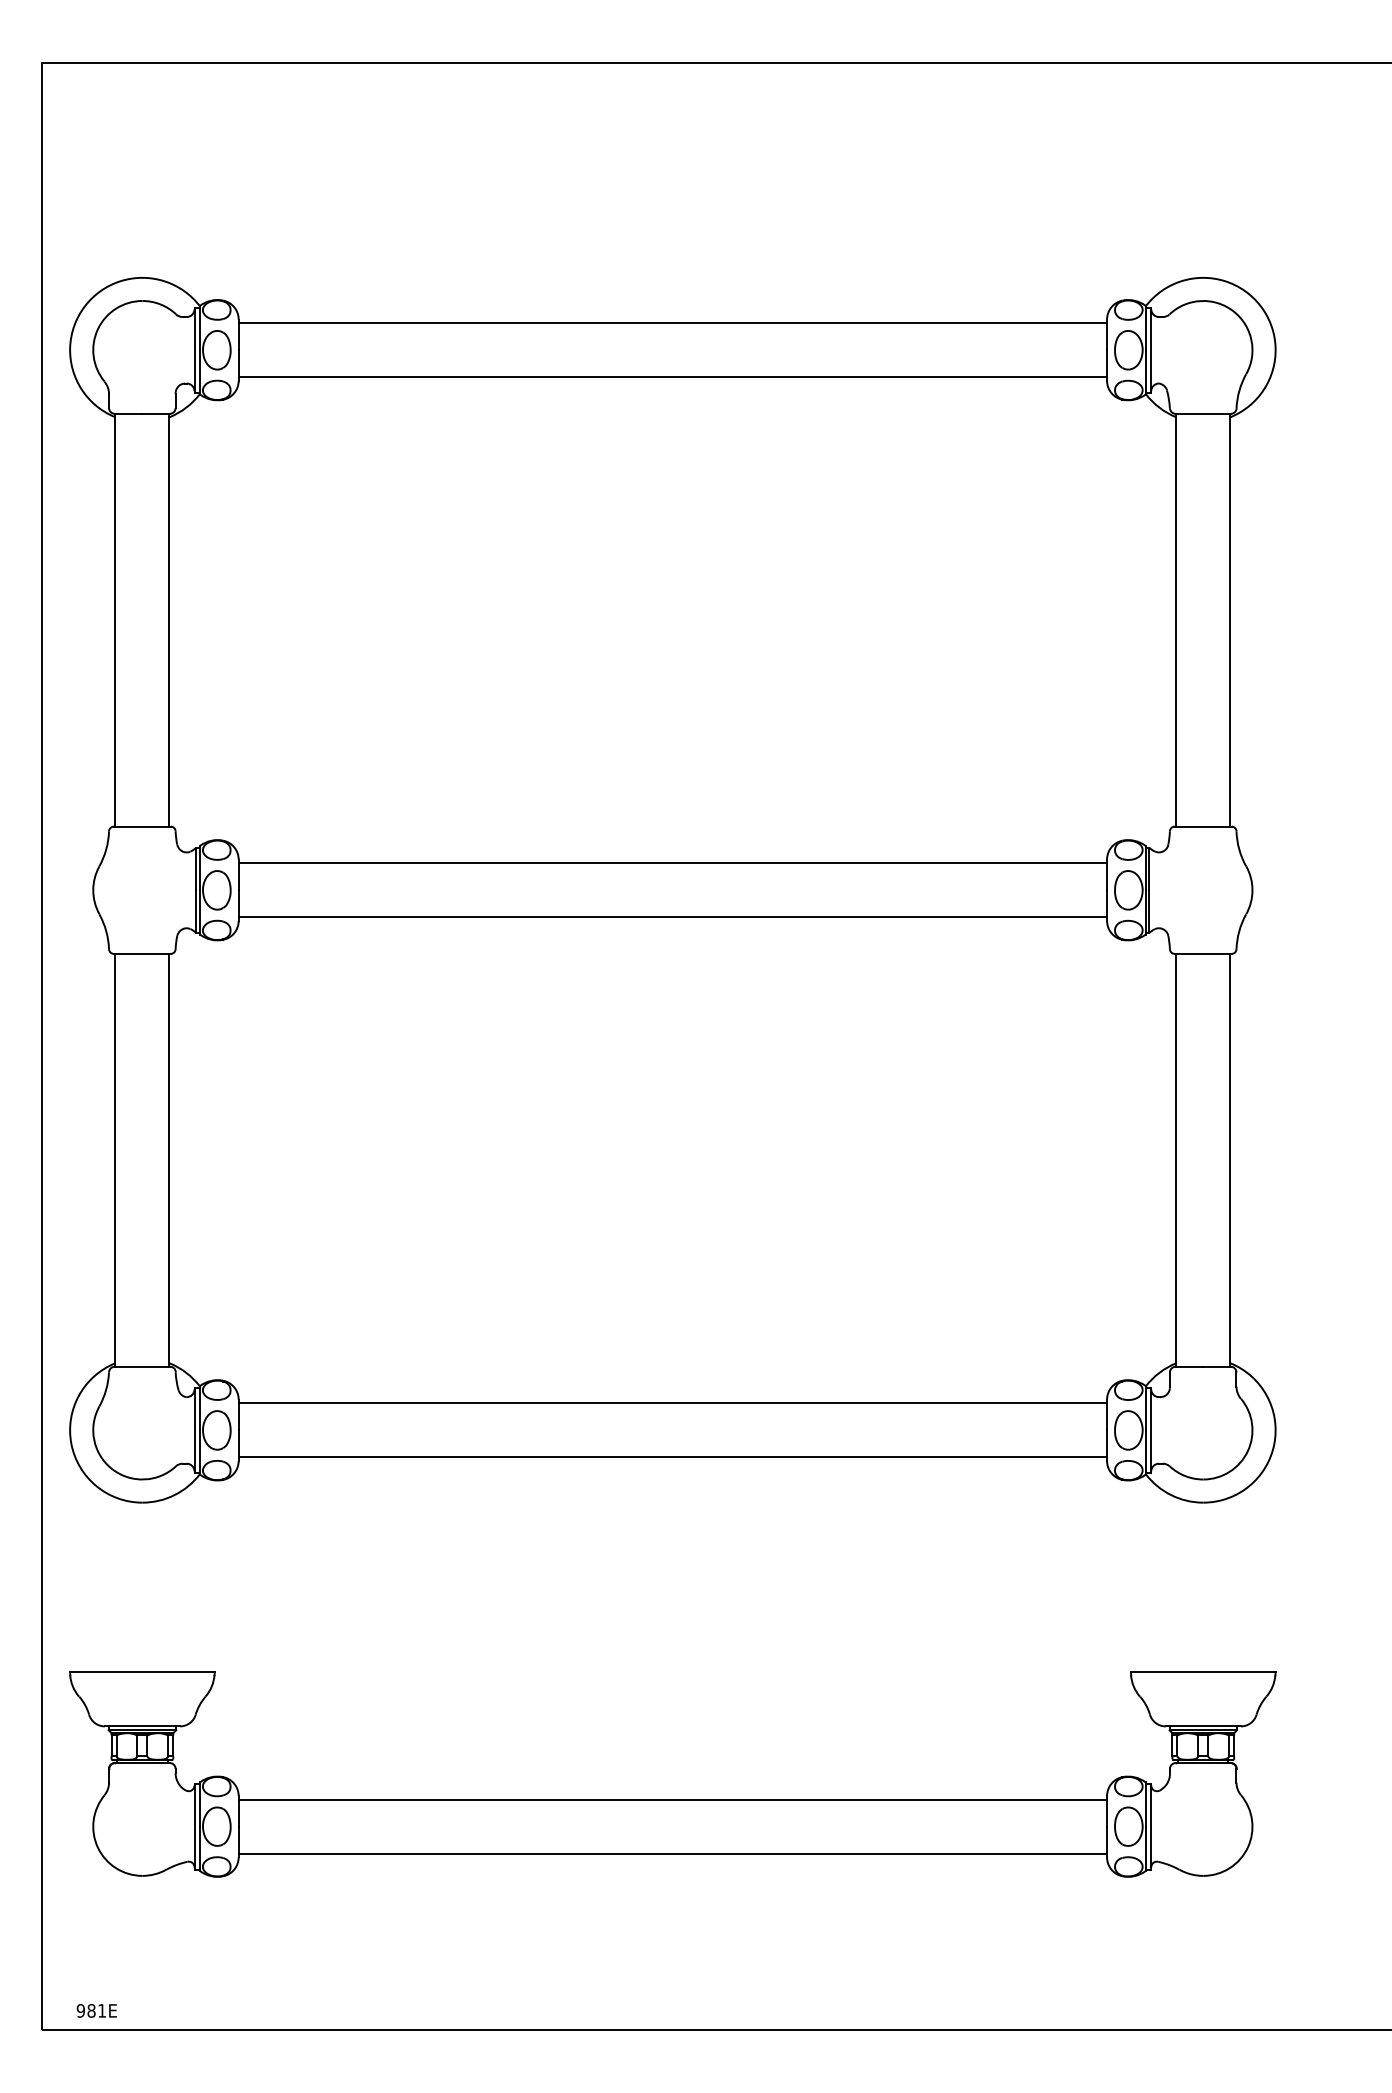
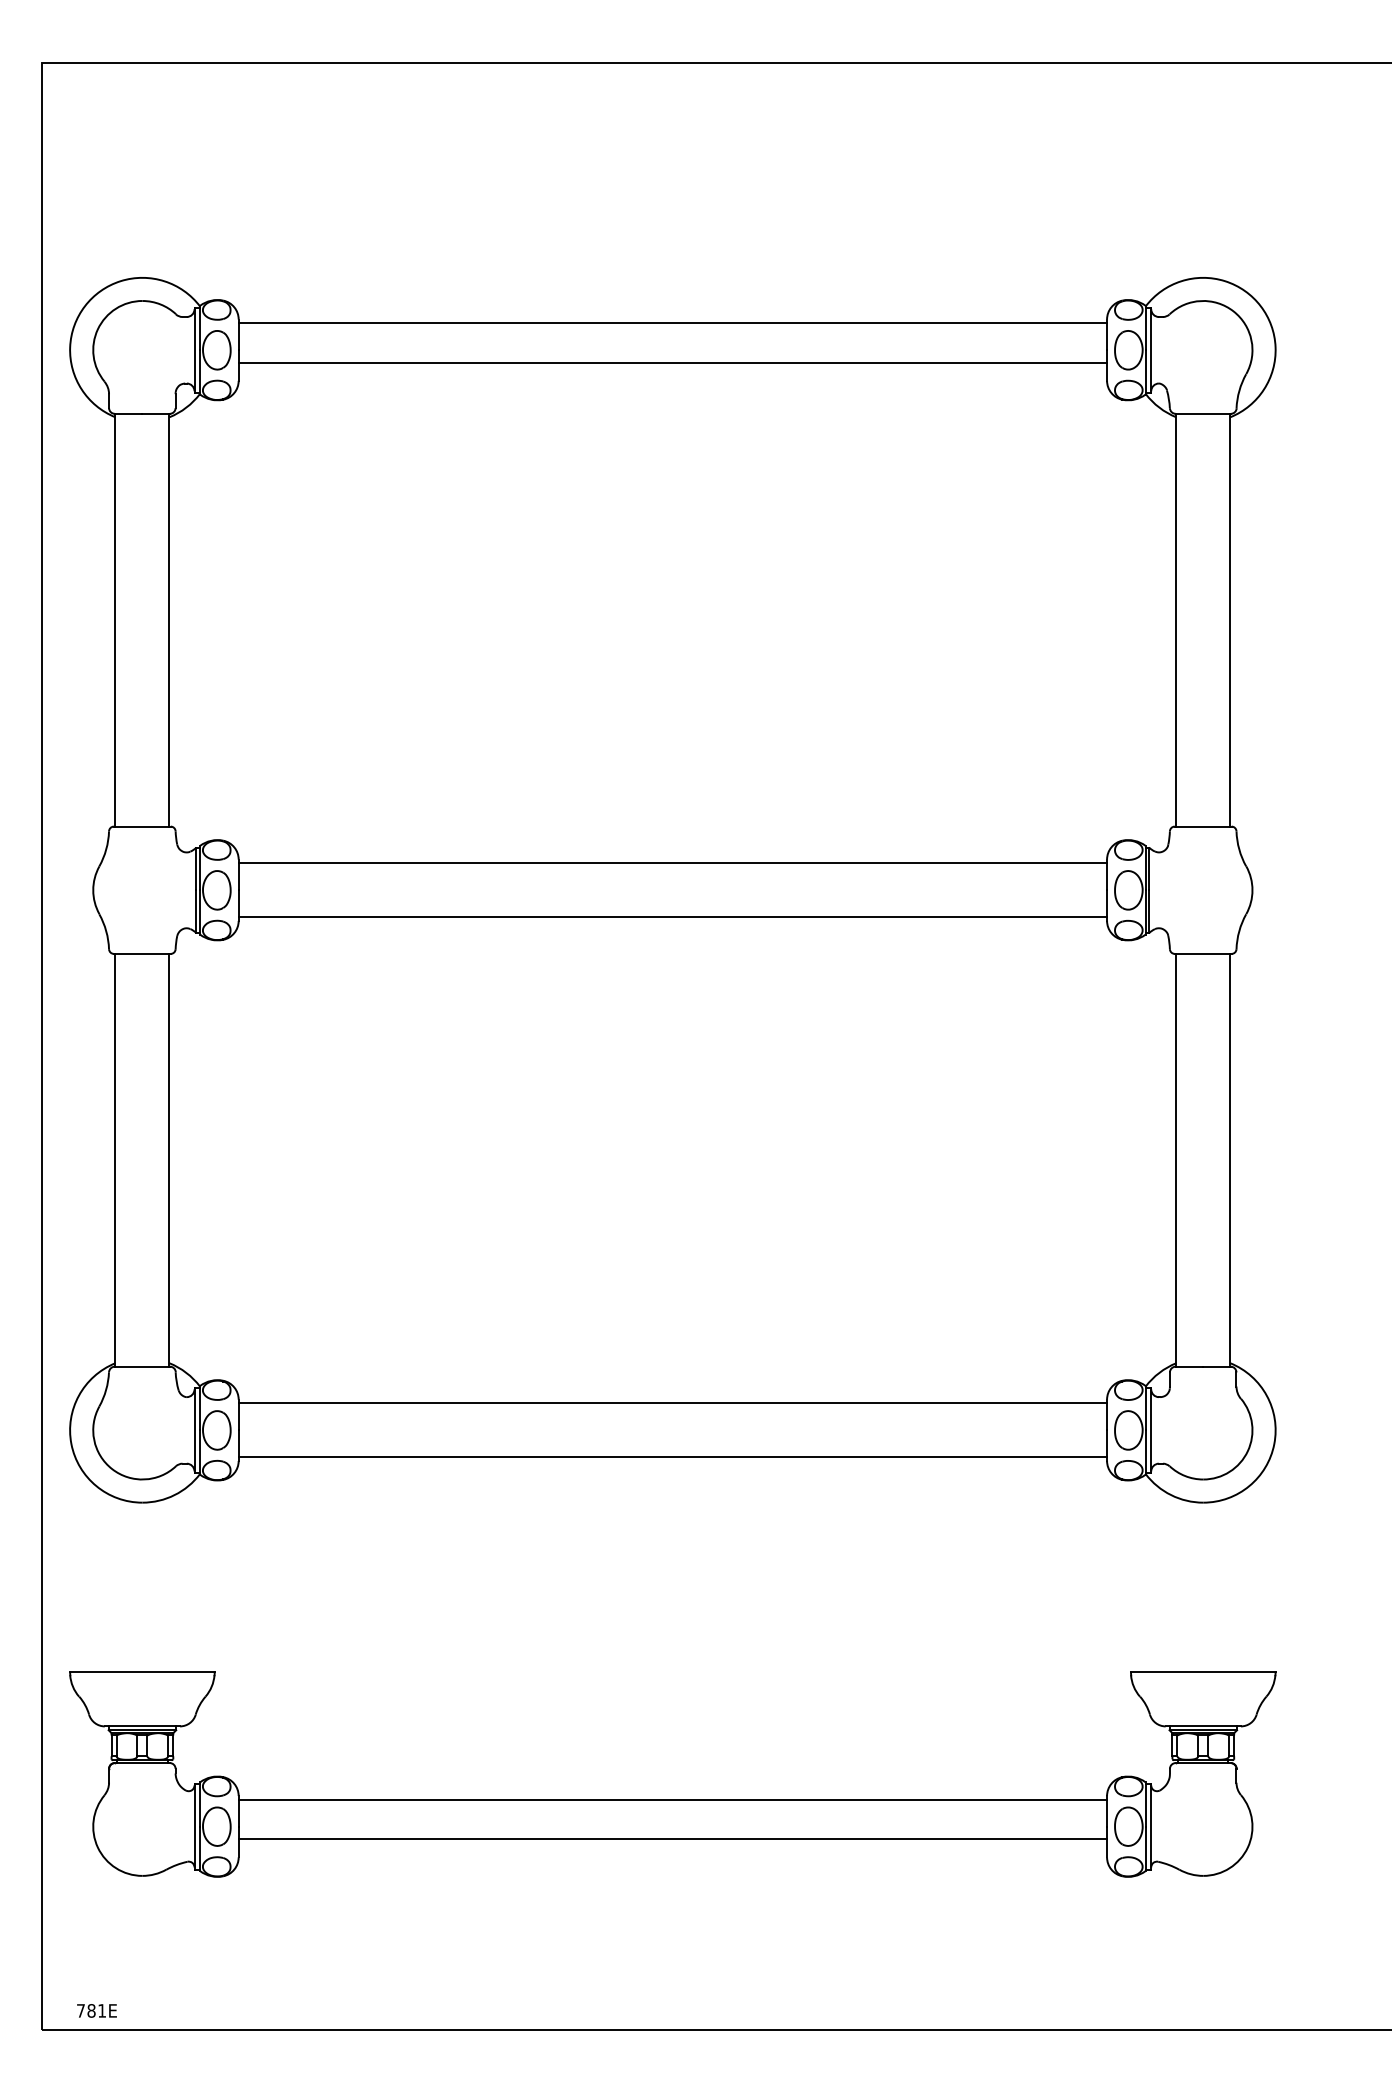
line at (672, 377) position: (672, 377) -> (672, 363)
line at (672, 1853) position: (672, 1853) -> (672, 1838)
text at (80, 2010): 981E -> 781E
